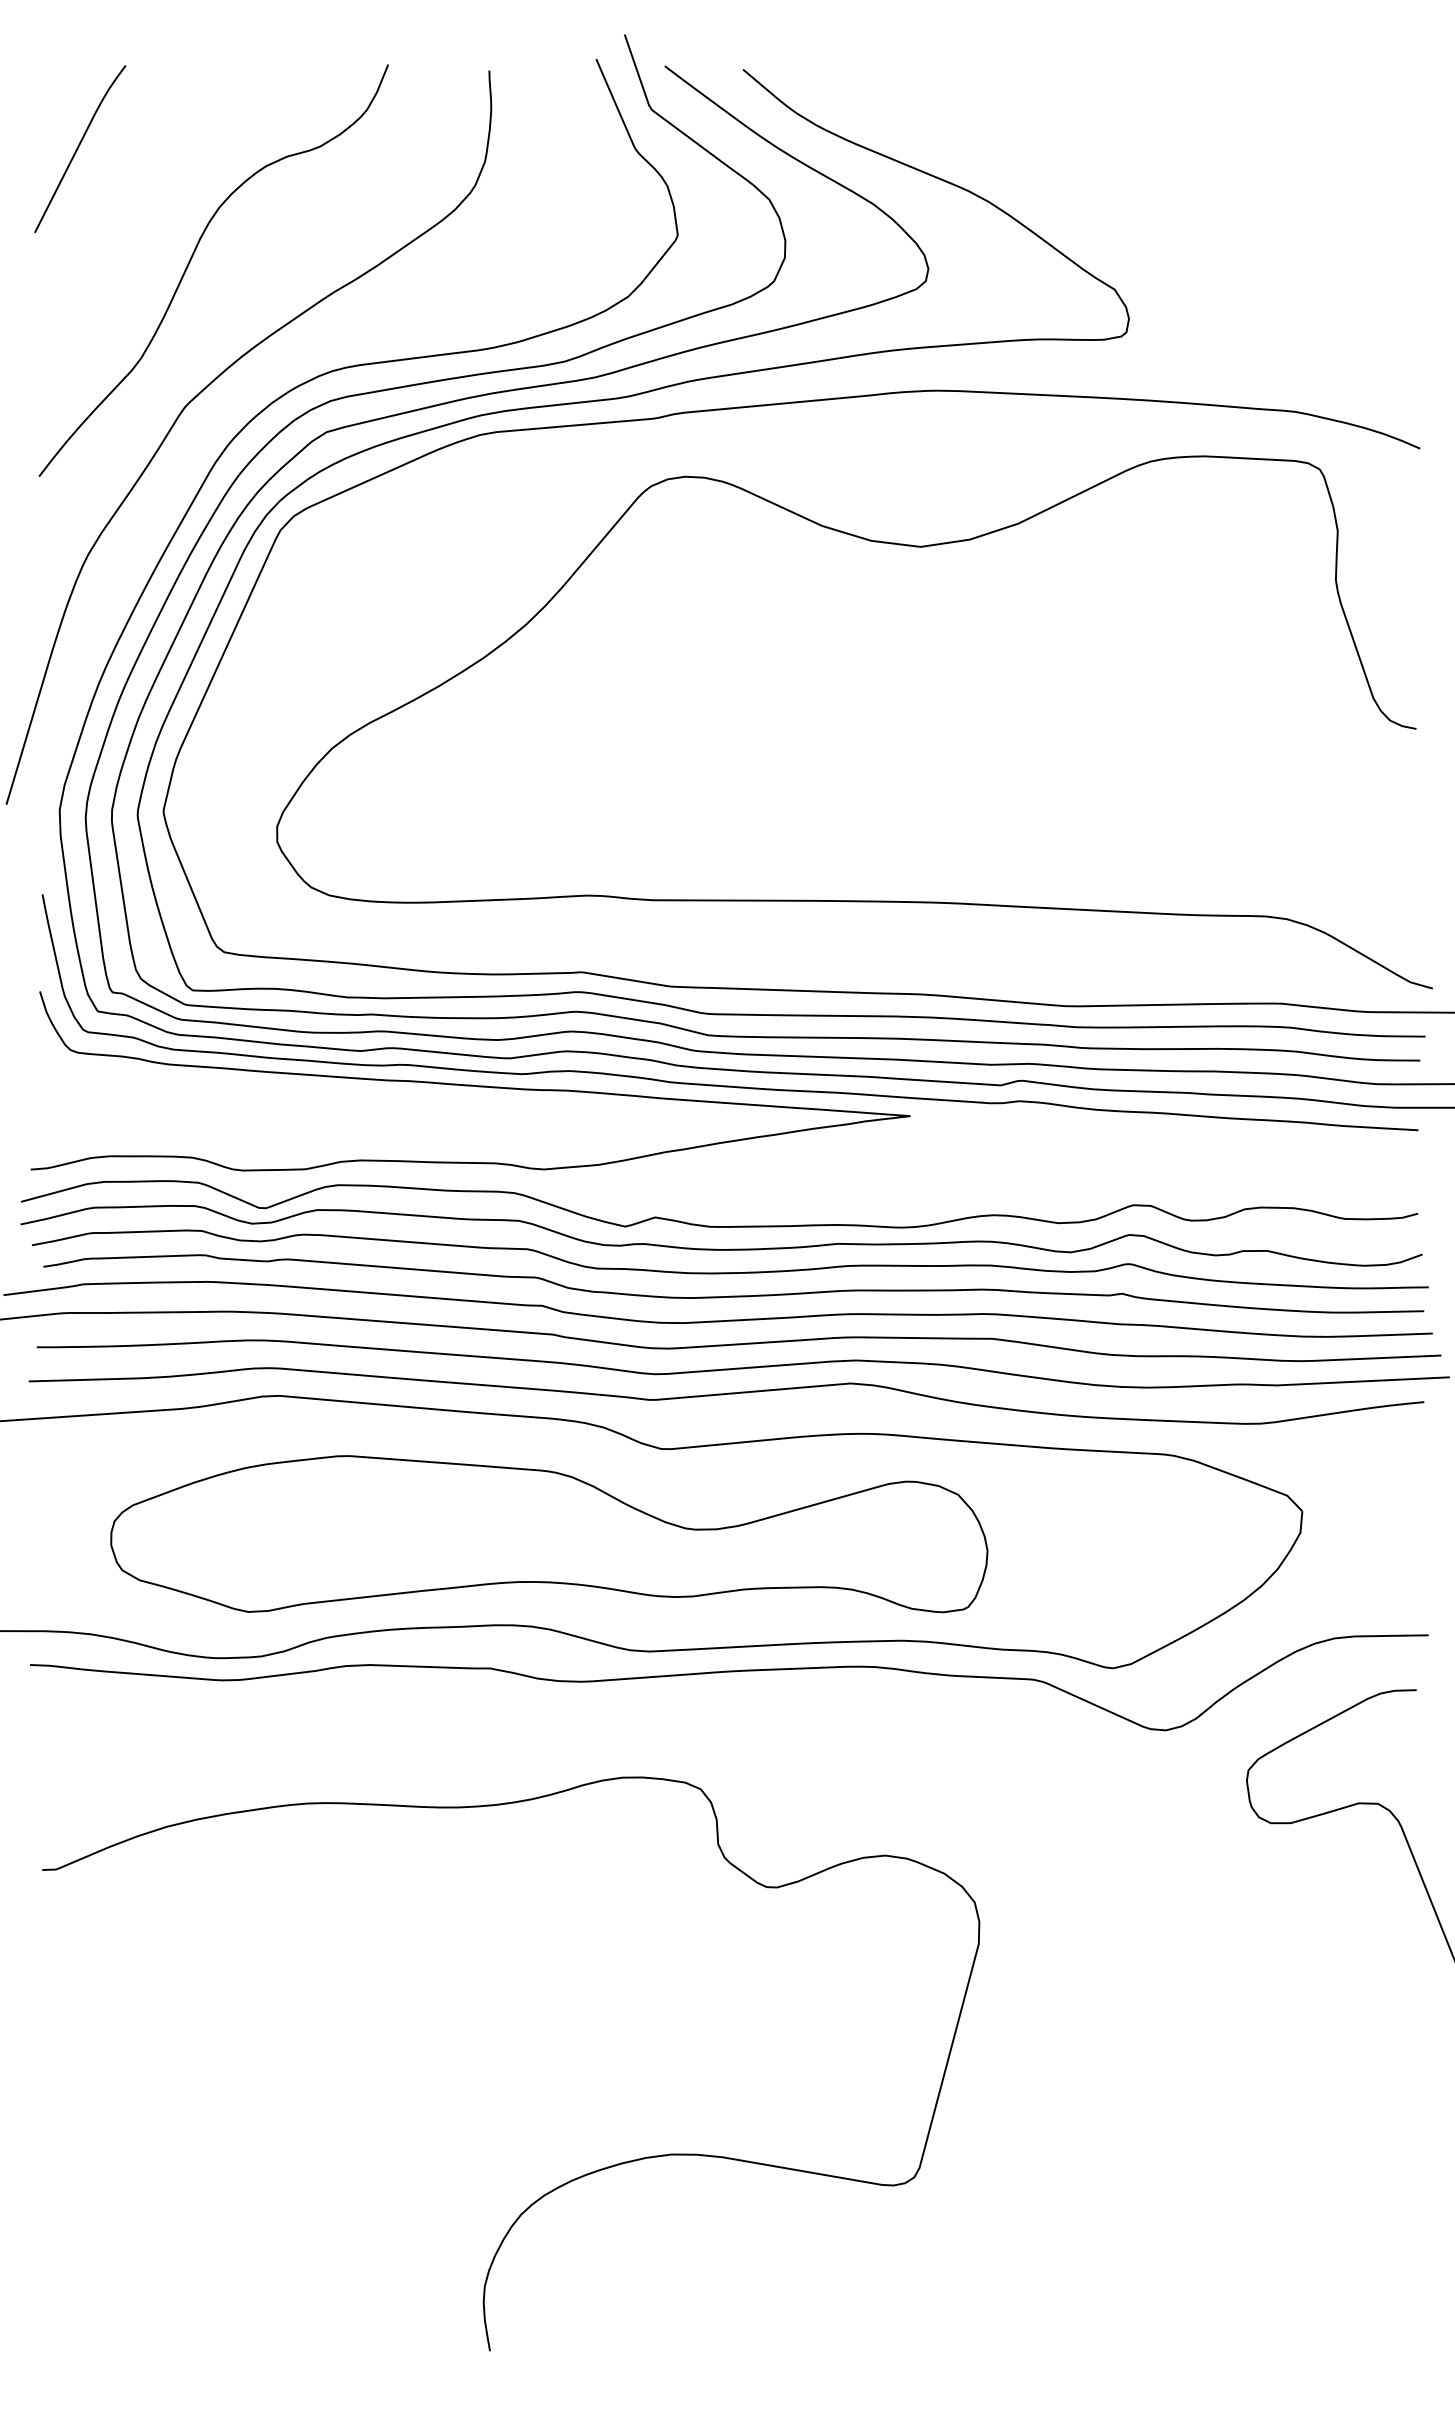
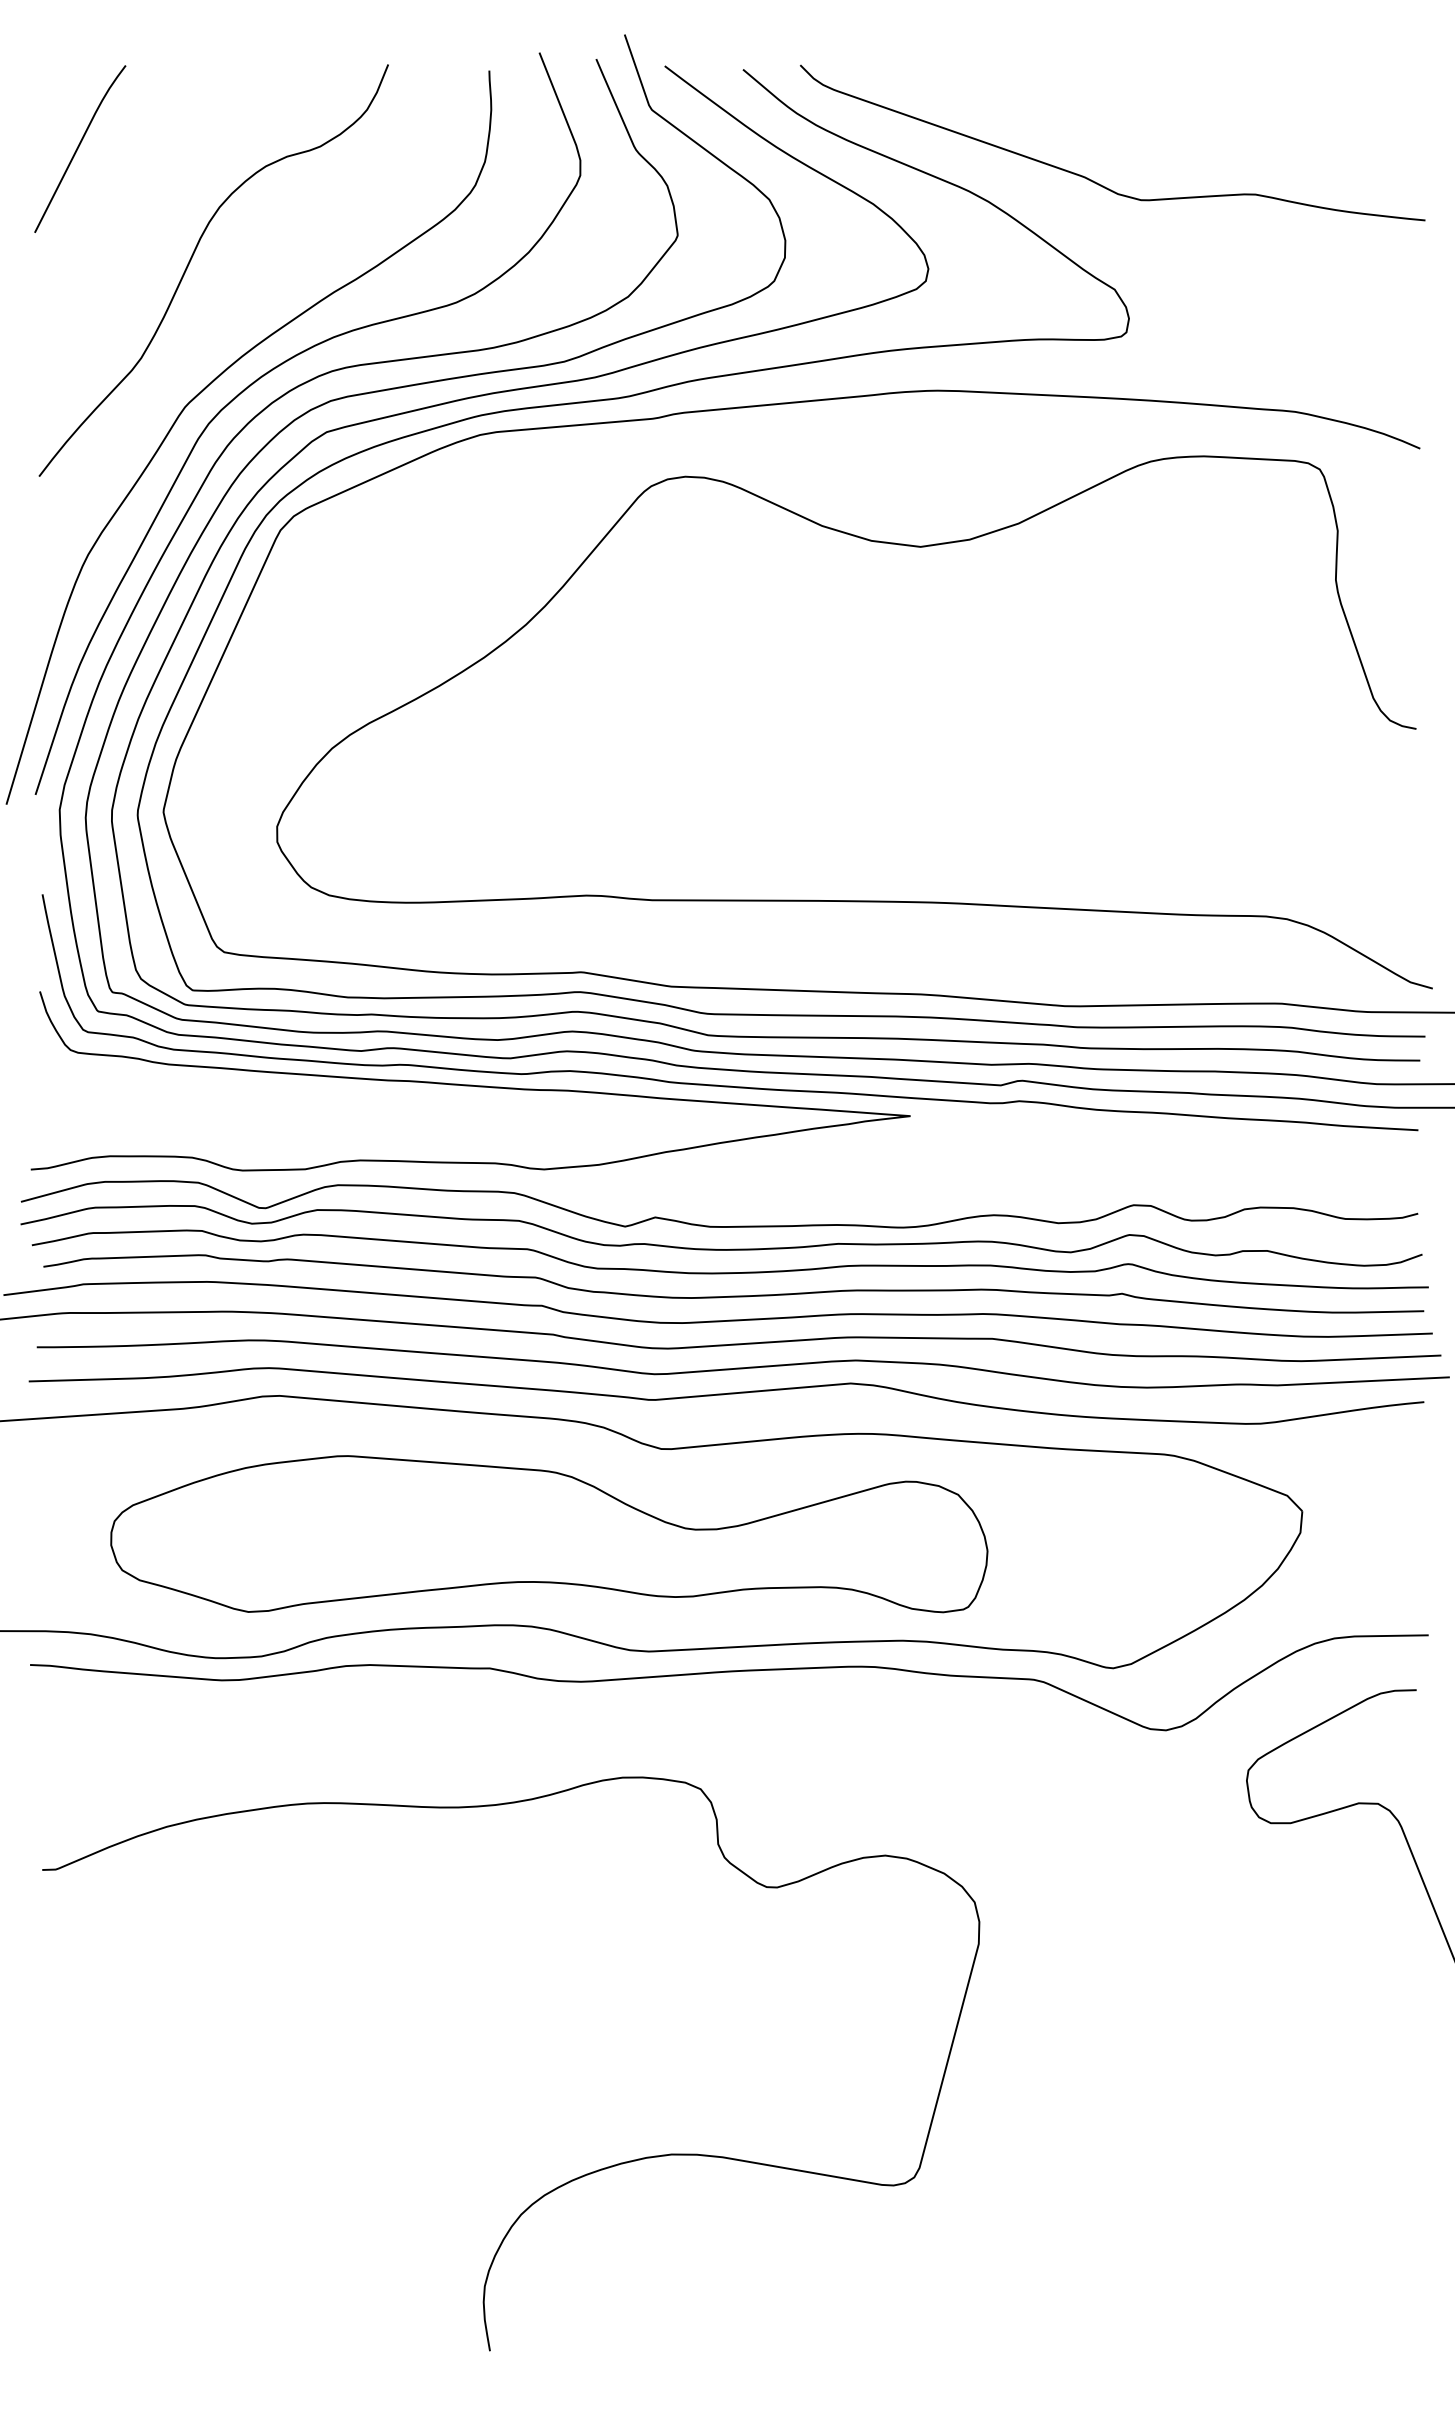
curve at (1093, 180): none -> present
curve at (276, 368): none -> present
